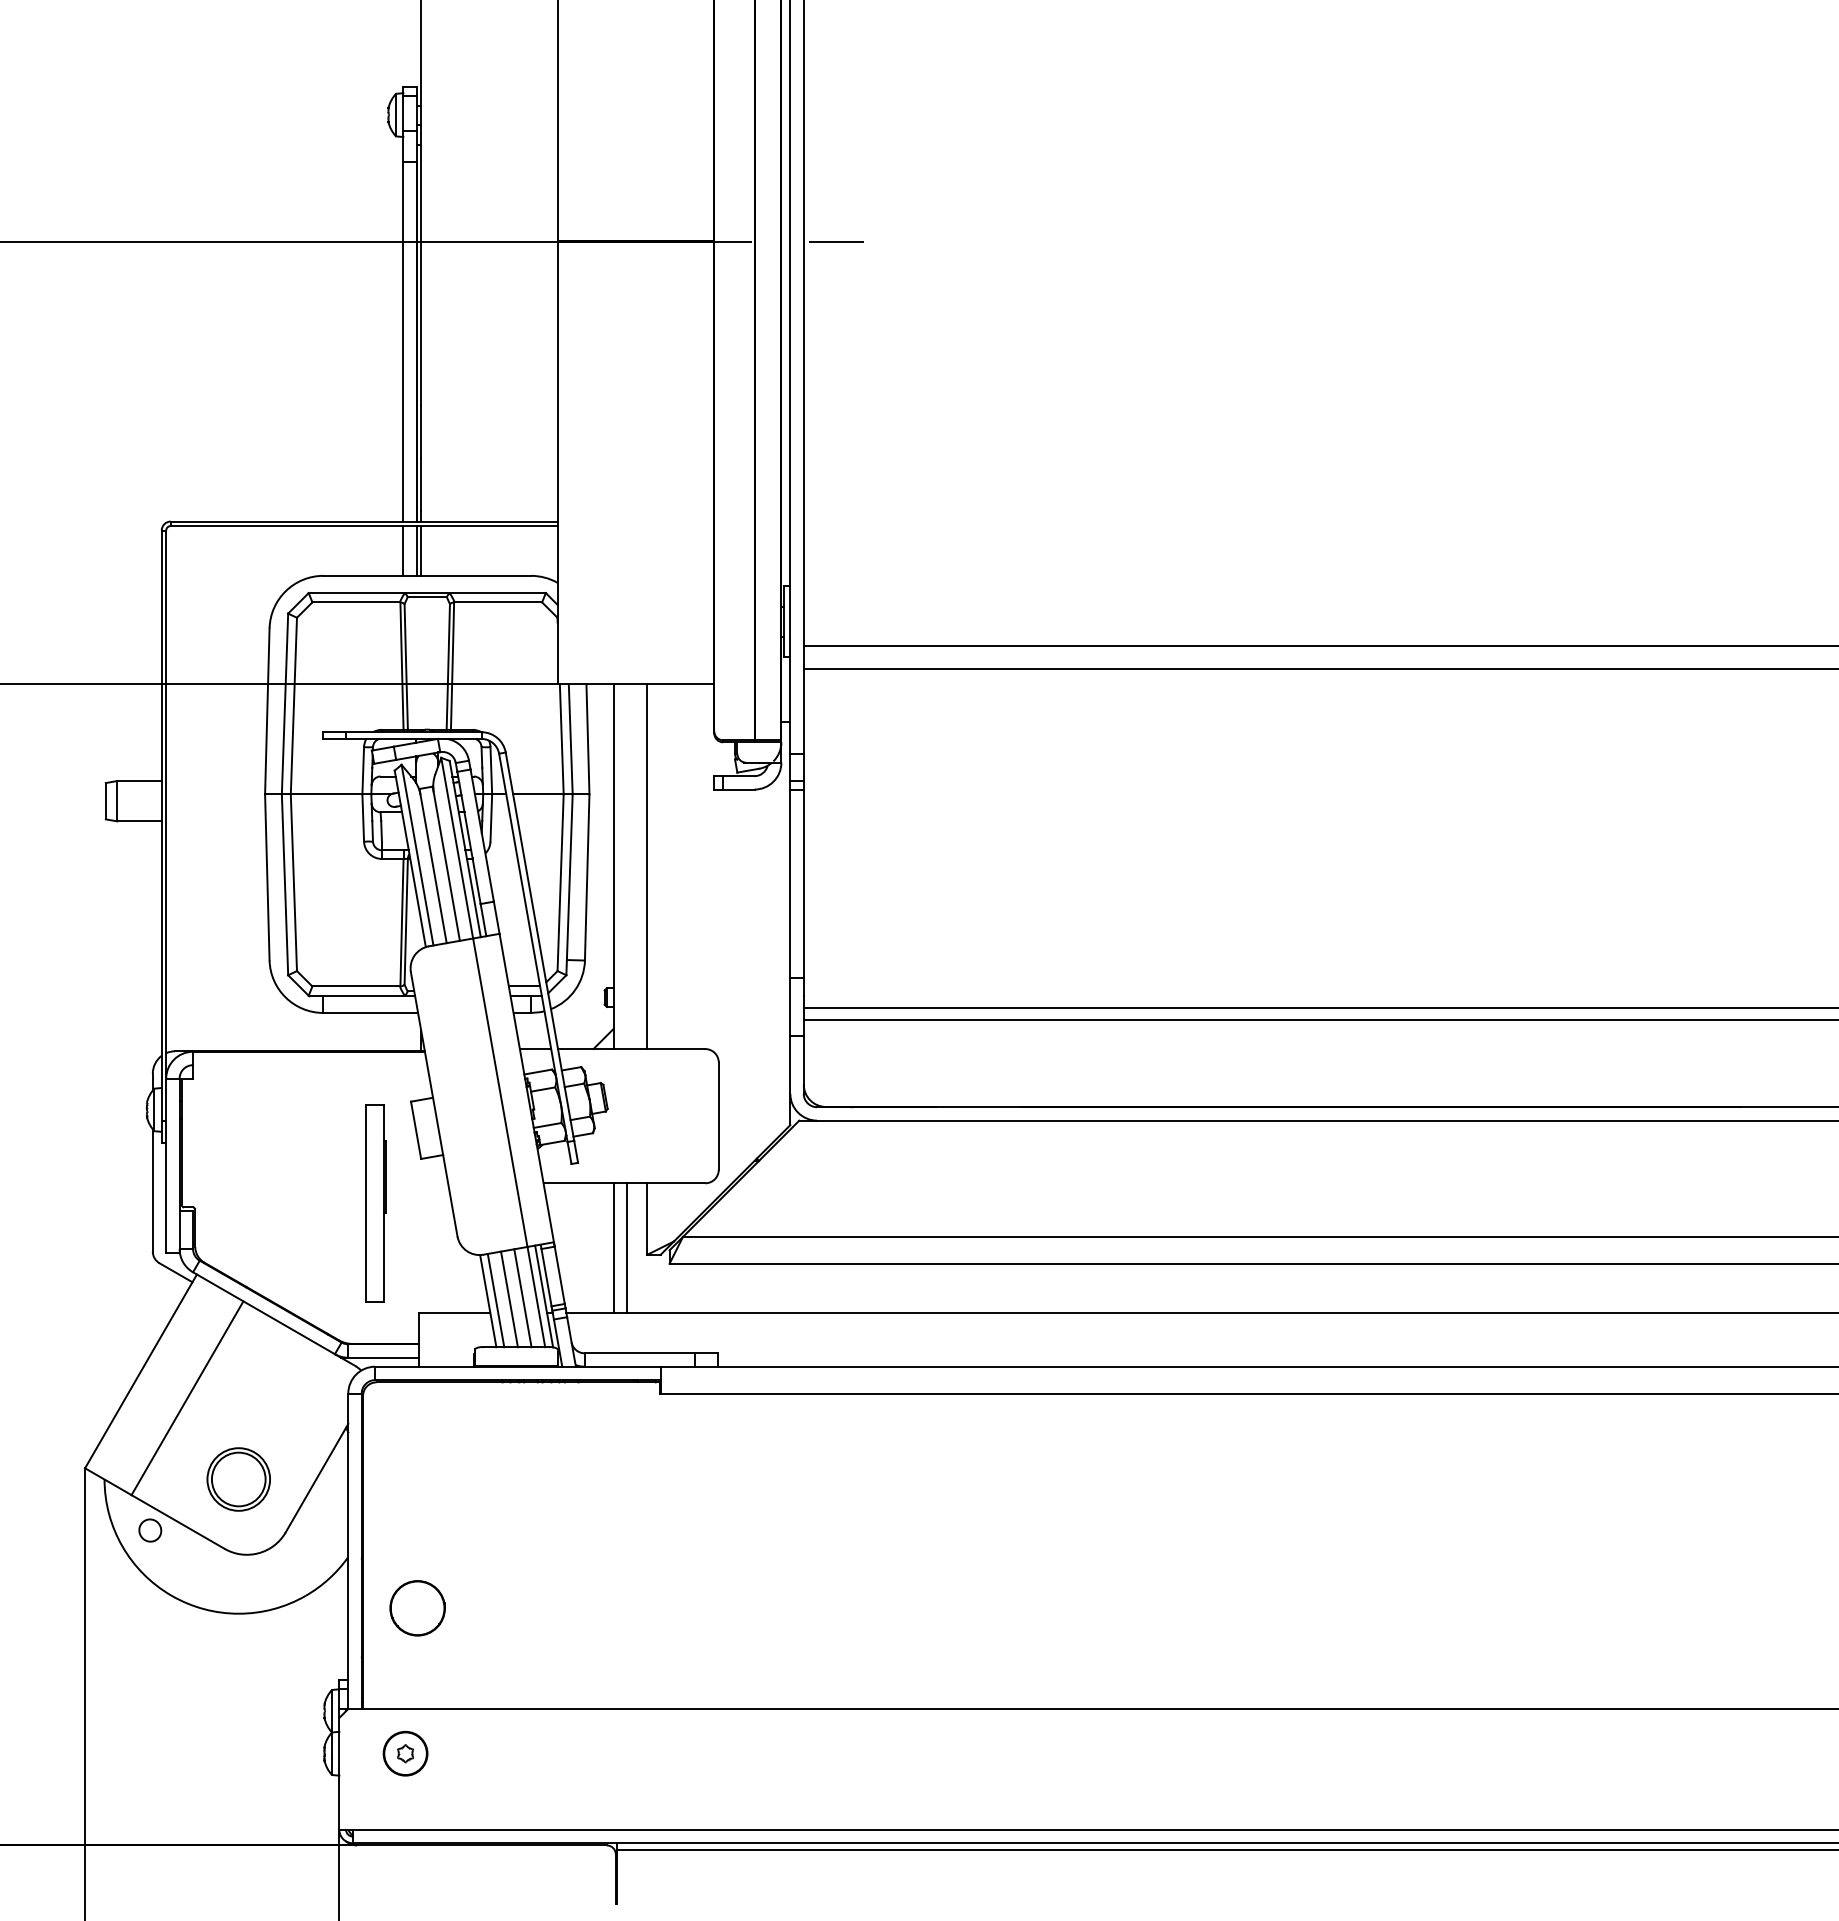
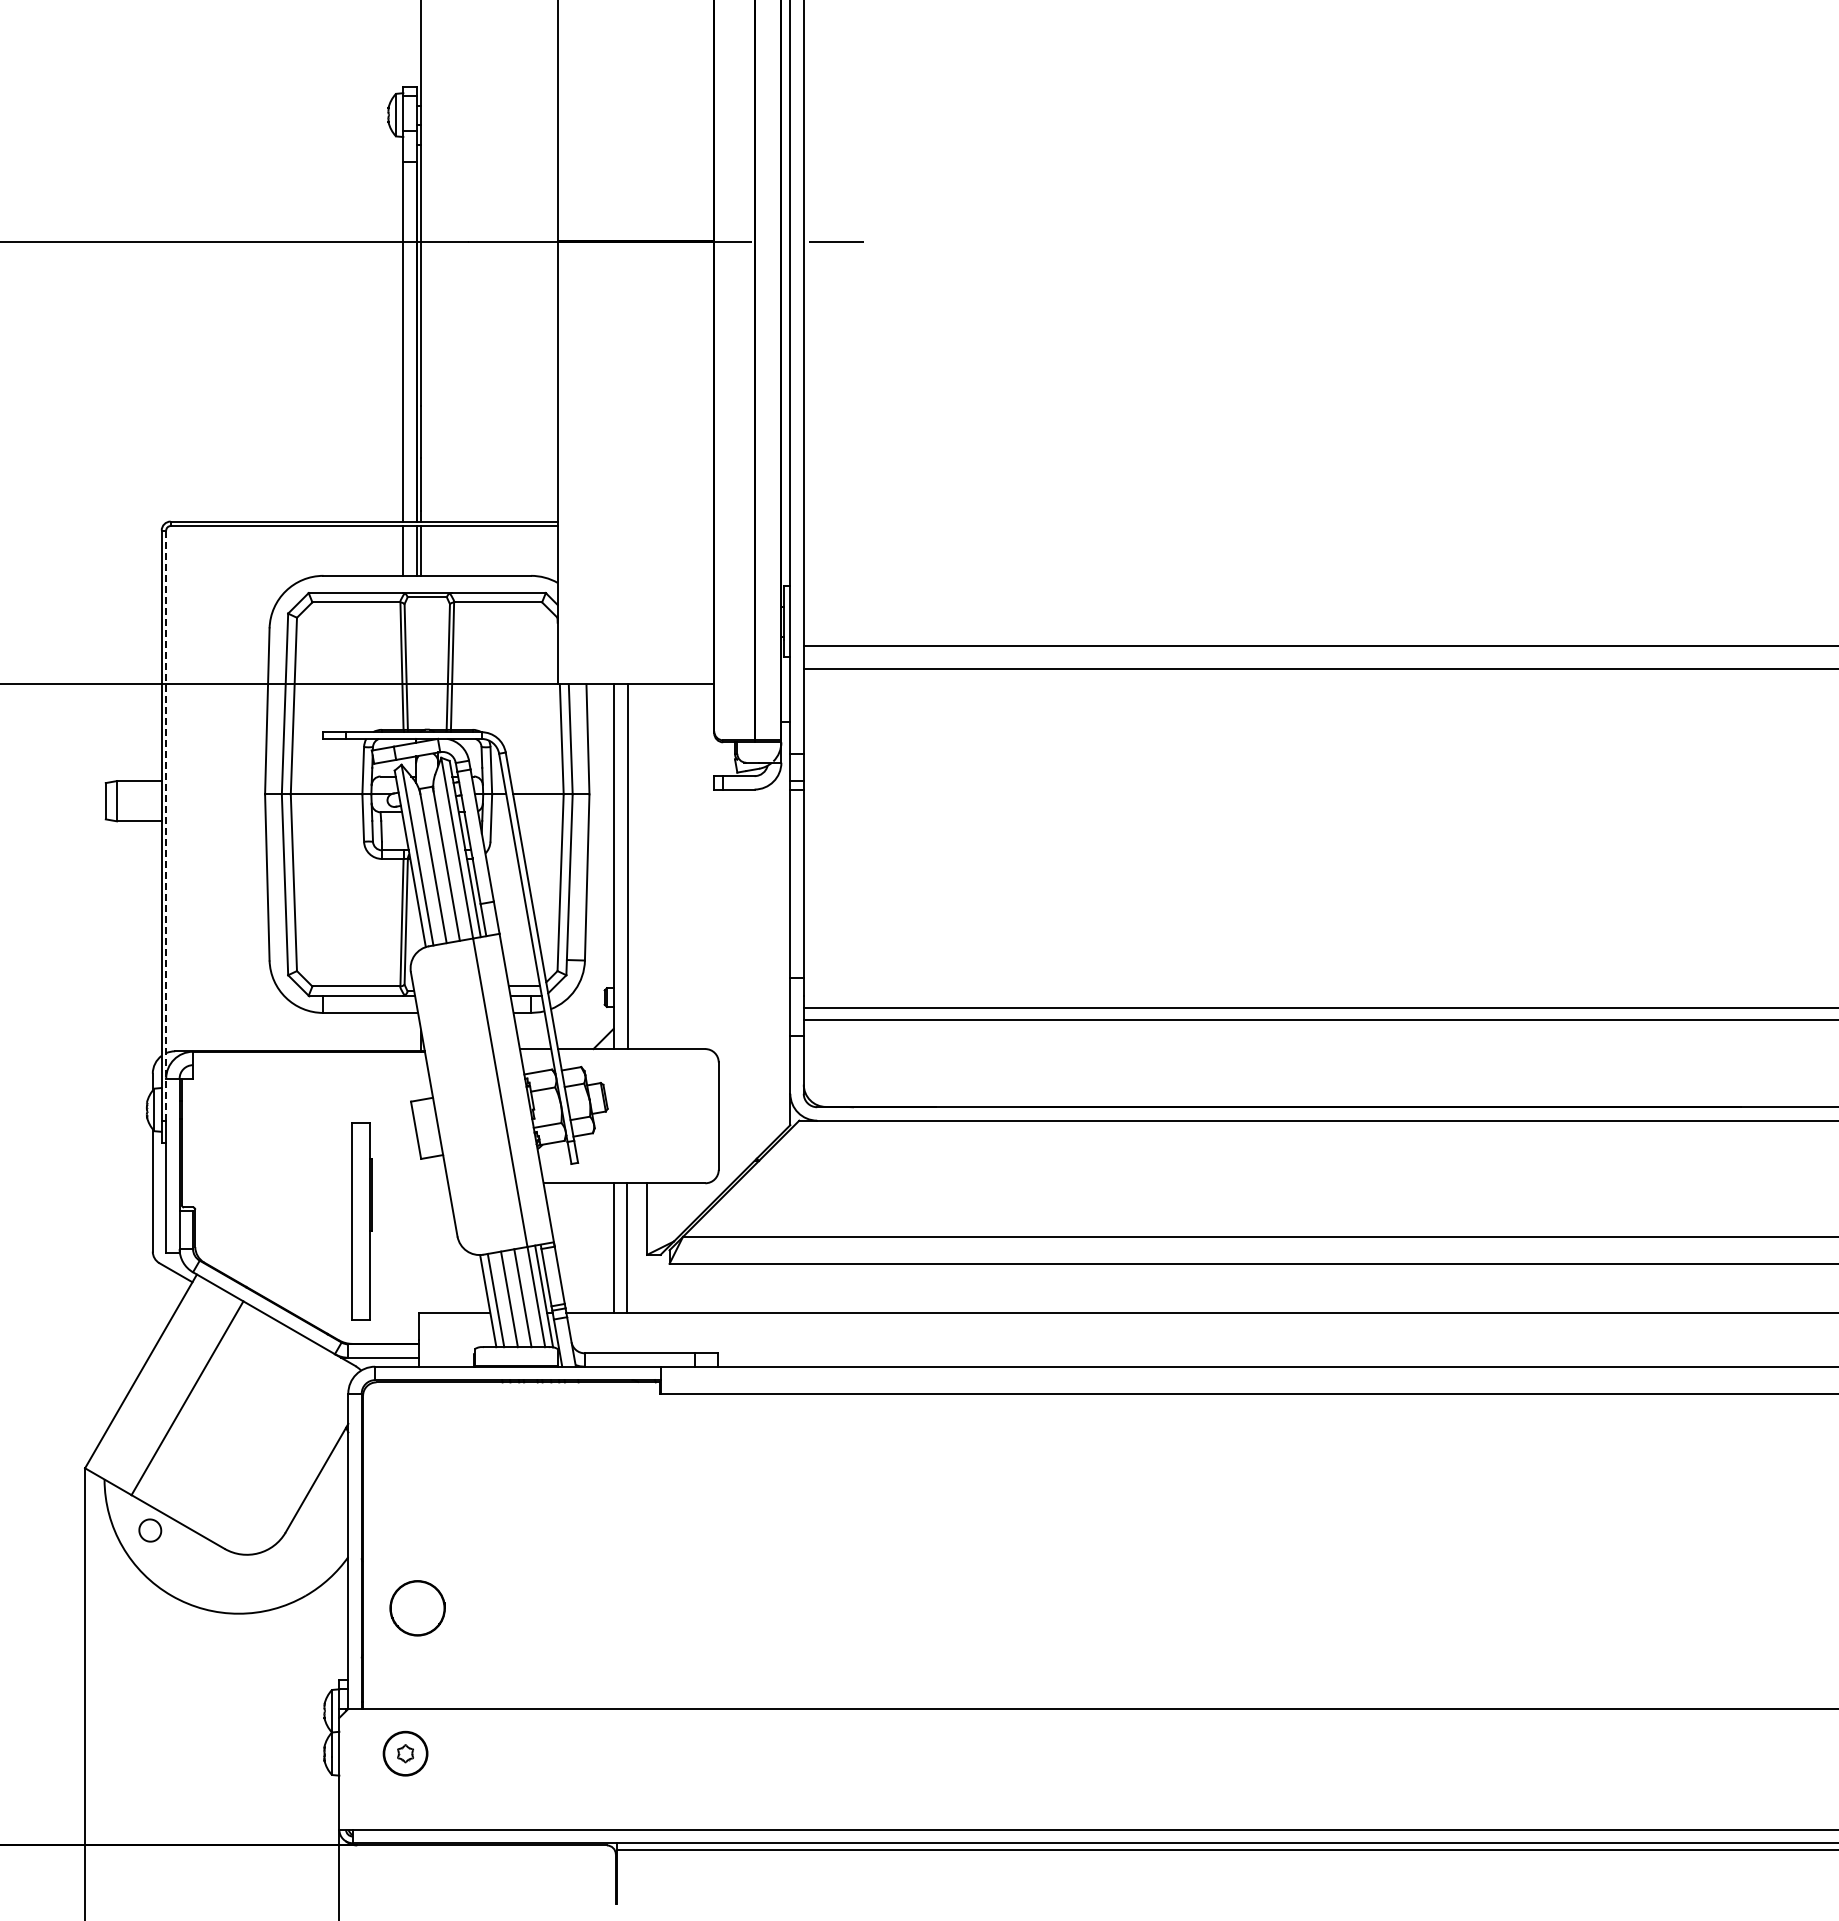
line at (166, 826): solid -> dashed
line at (647, 866) position: (647, 866) -> (628, 866)
part at (375, 1203) position: (375, 1203) -> (361, 1221)
part at (238, 1479): present -> none
